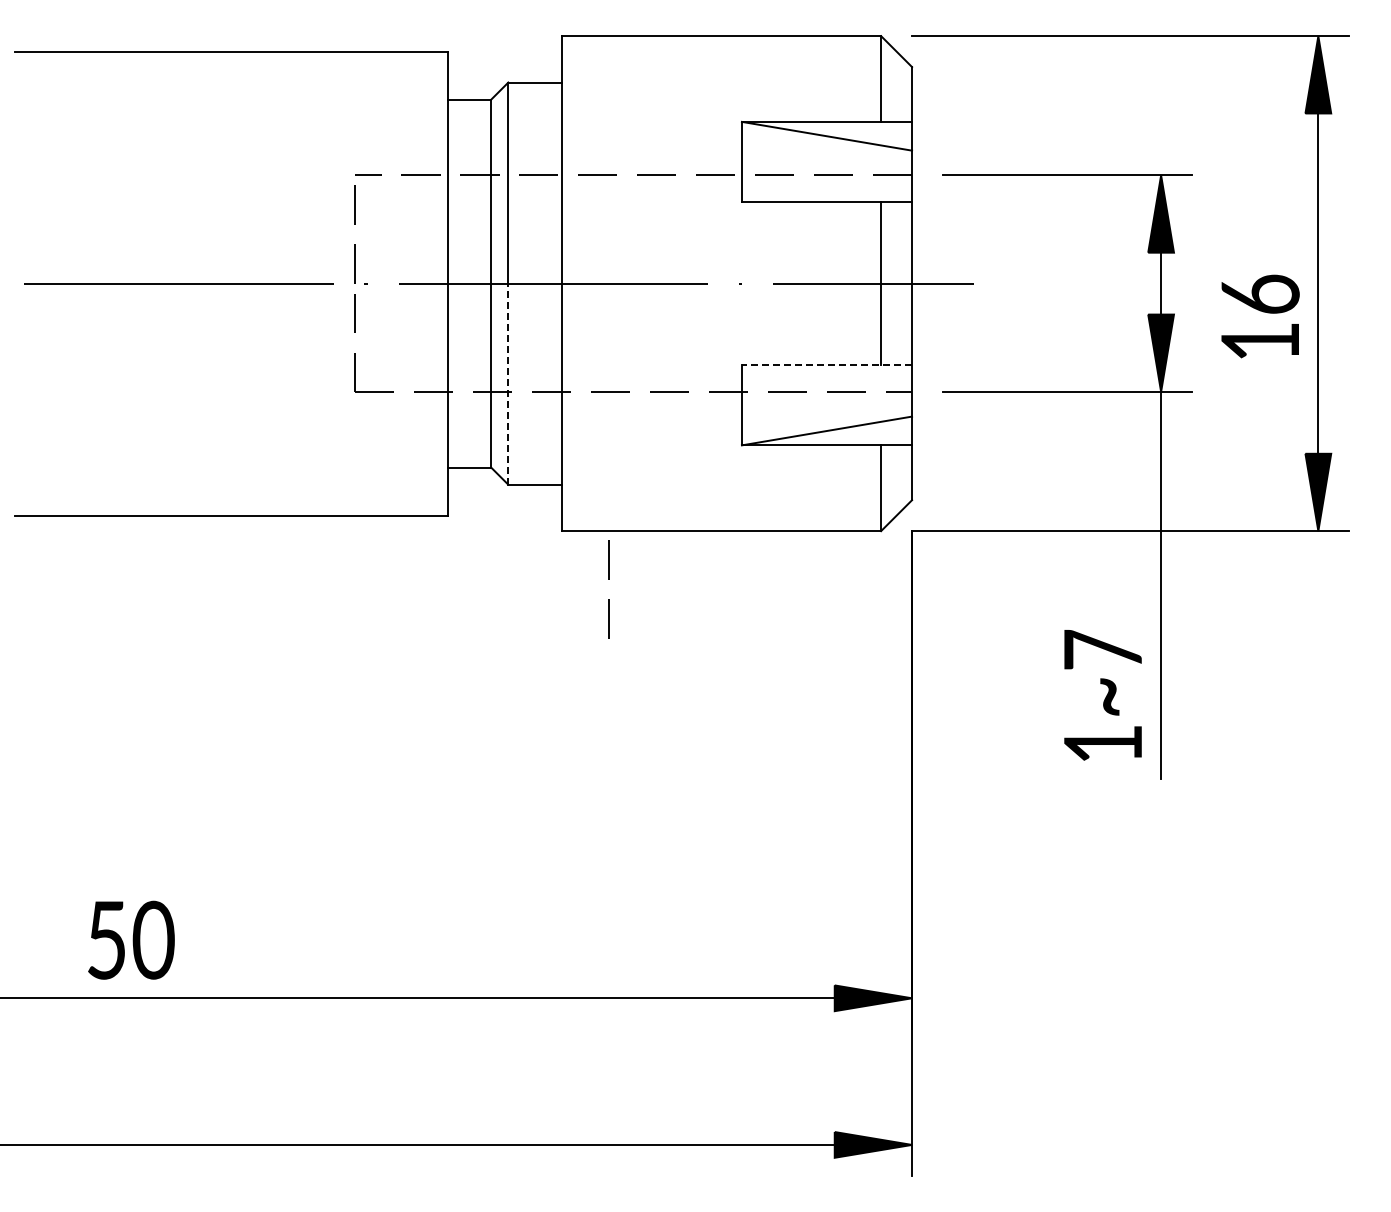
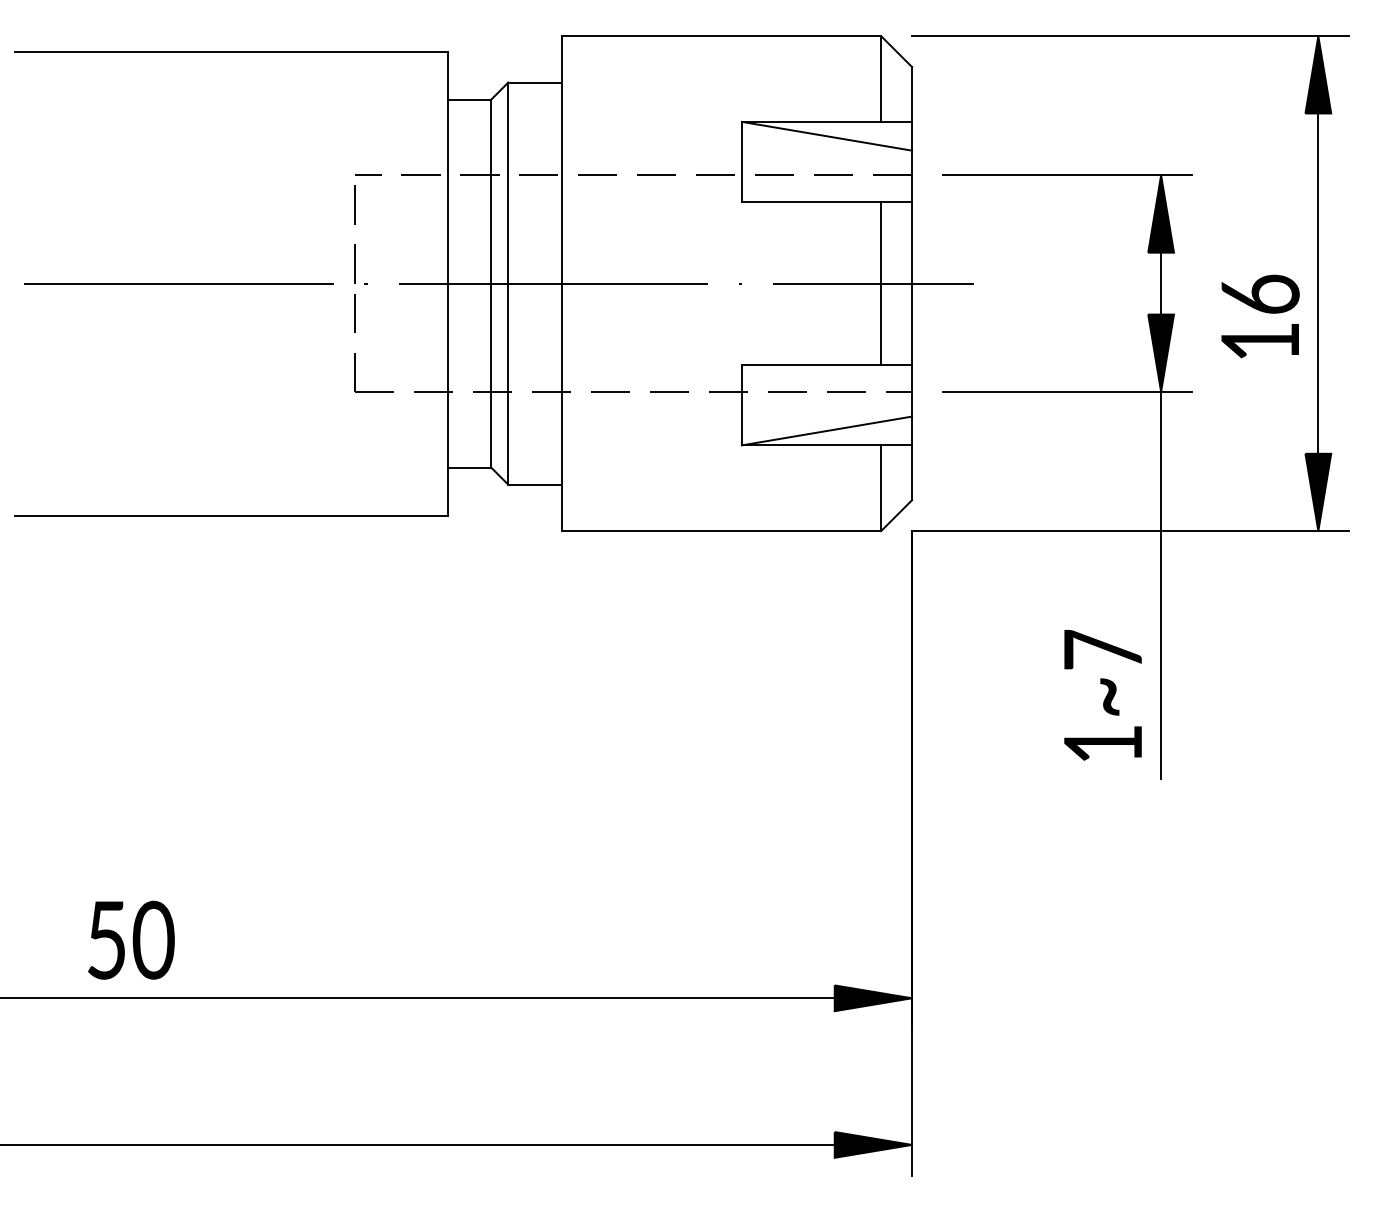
line at (826, 365): dashed -> solid
line at (508, 384): dashed -> solid
line at (608, 579): present -> none
